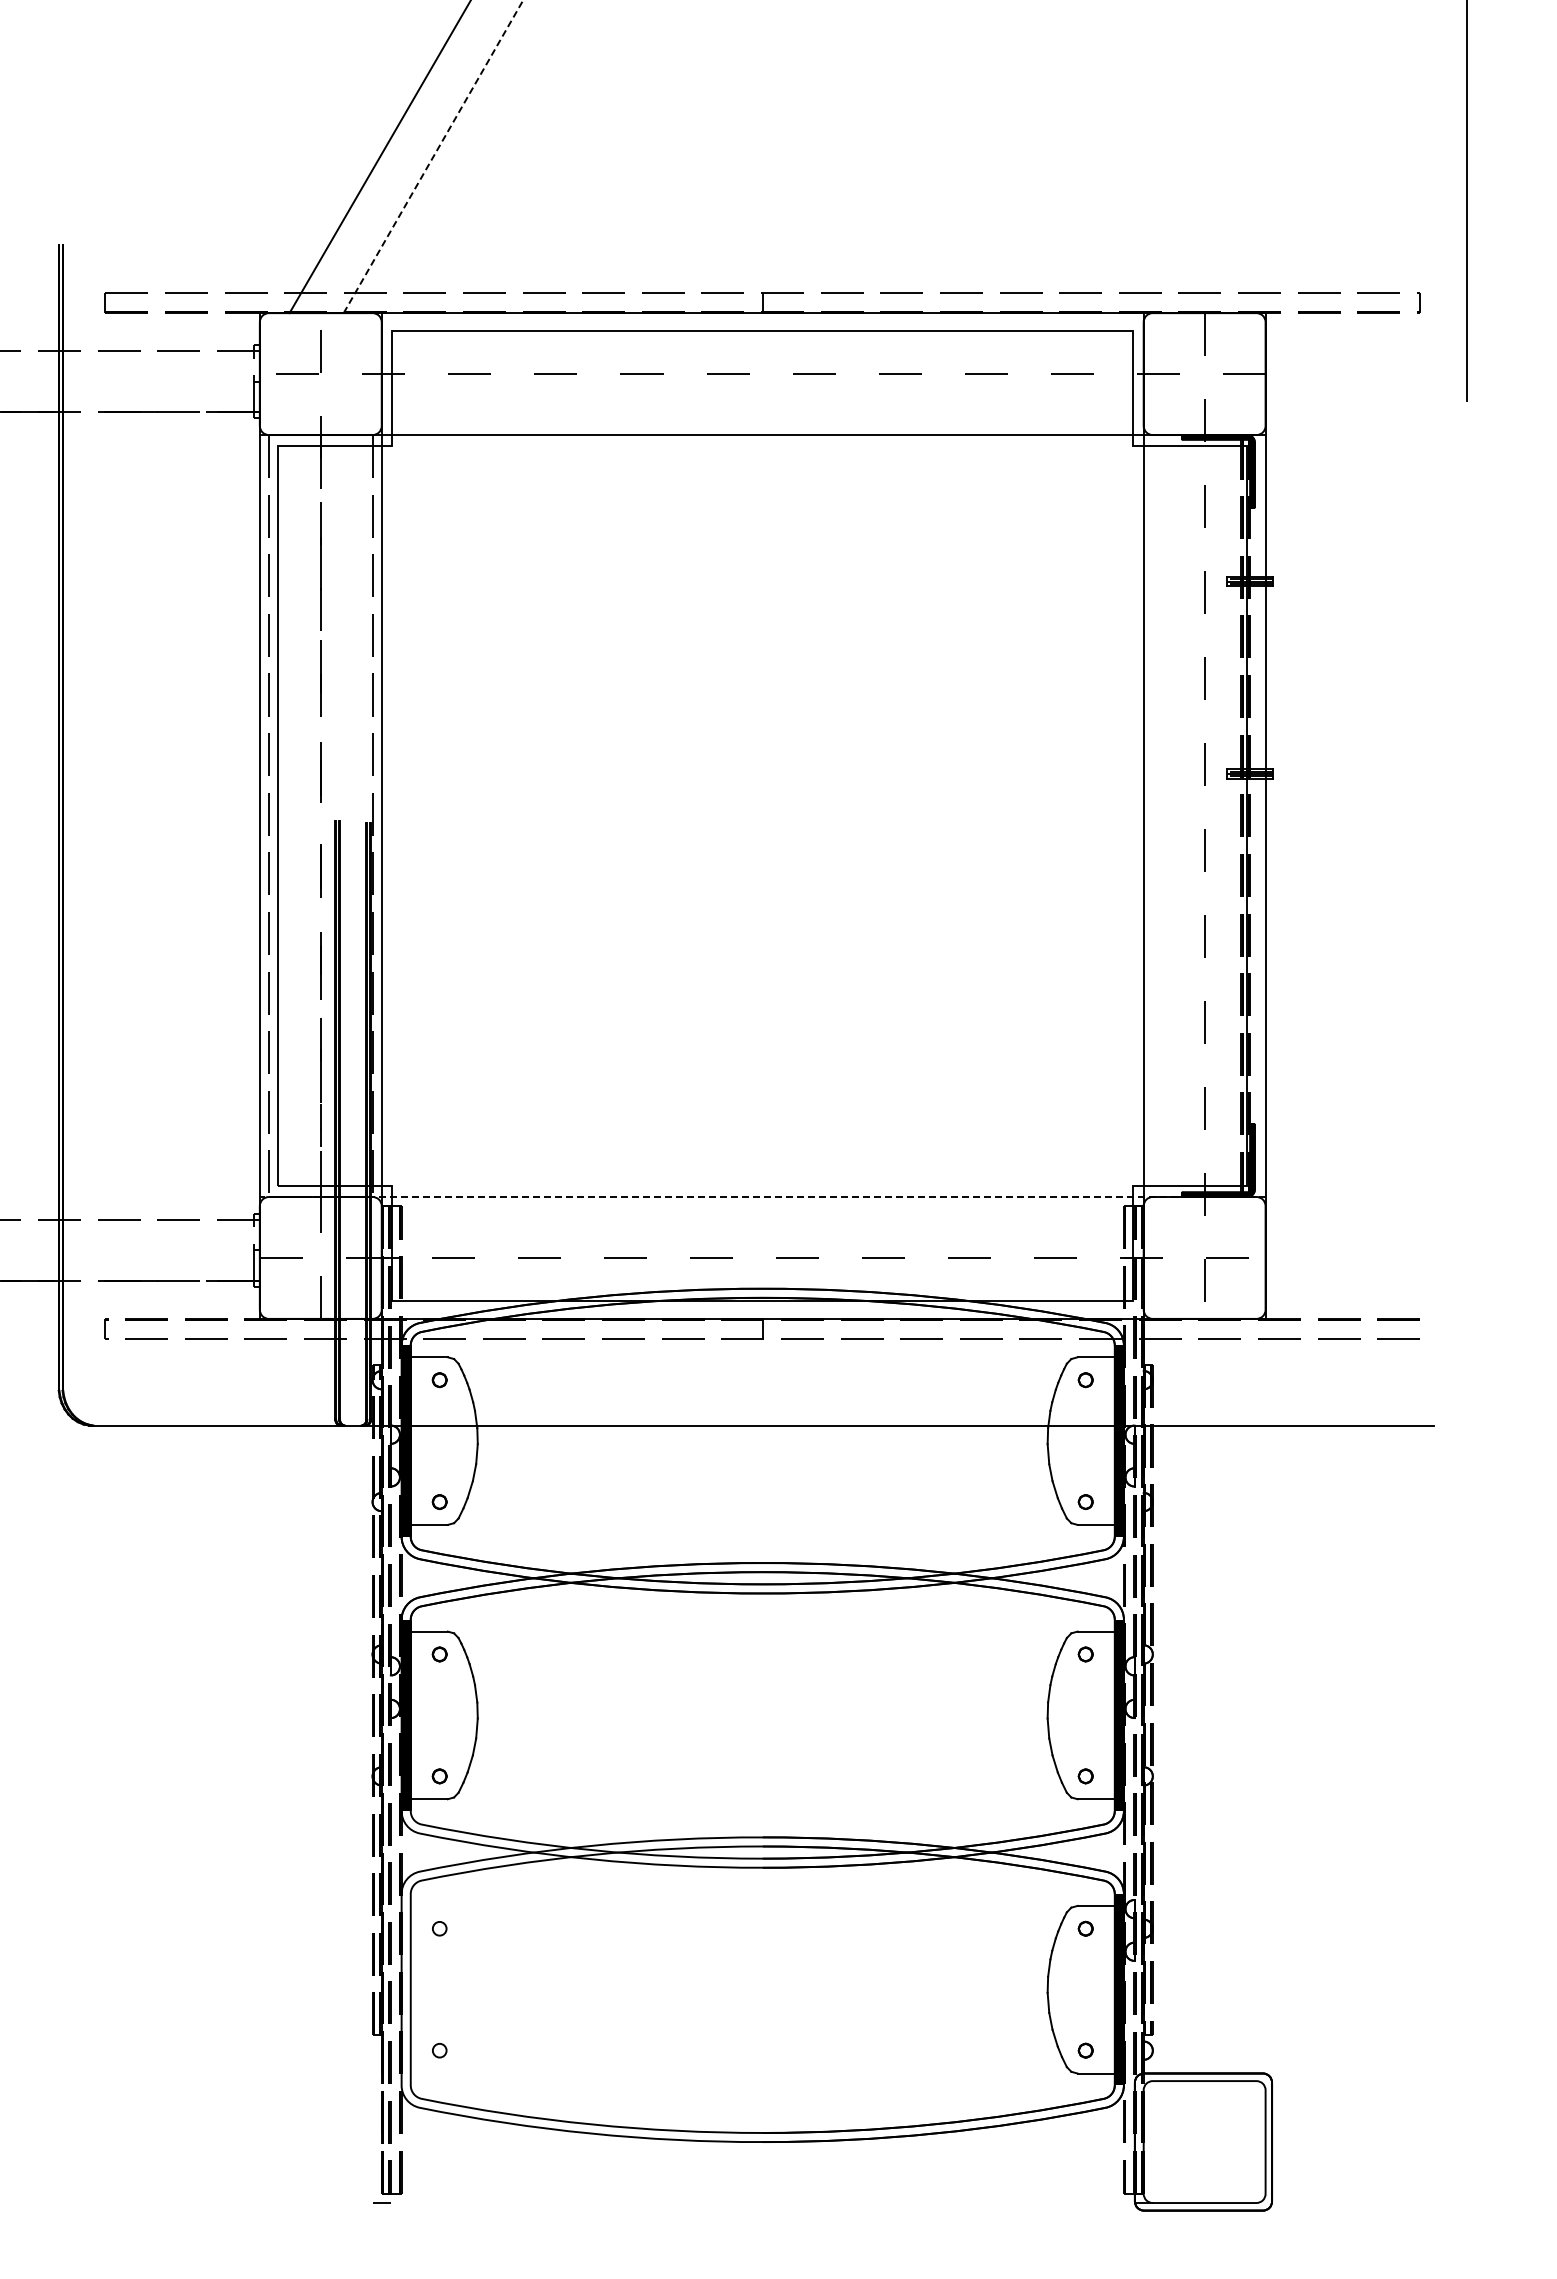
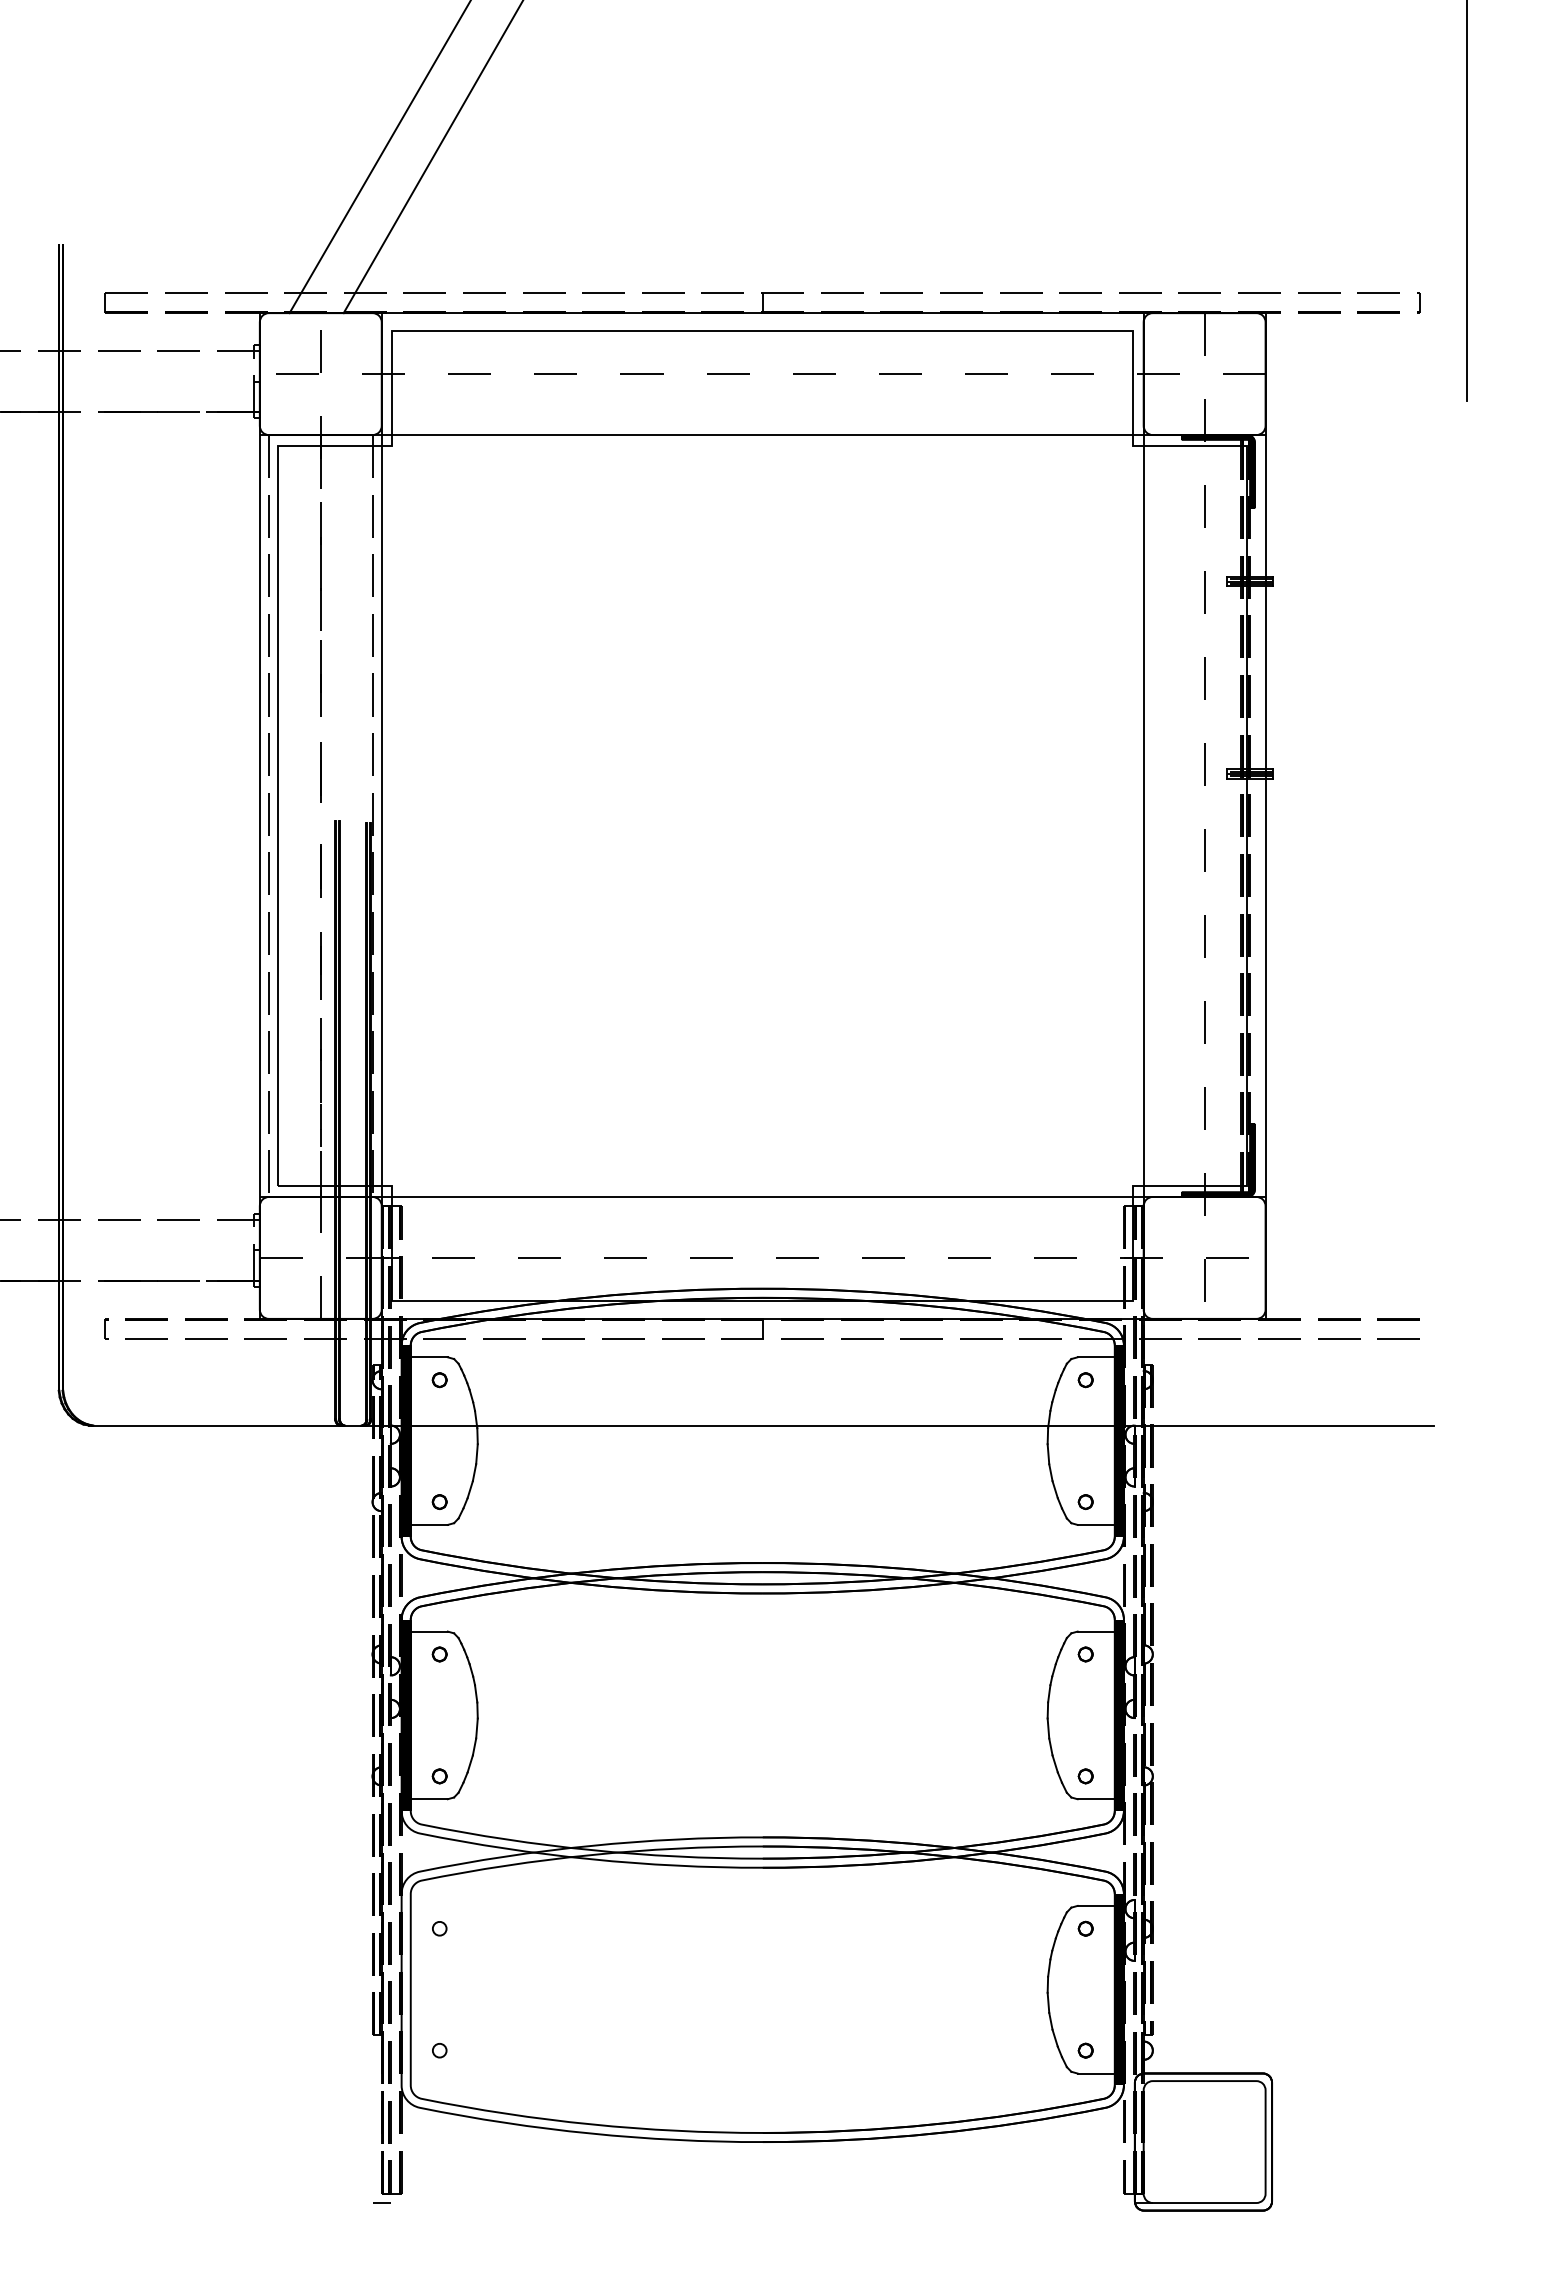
line at (433, 156): dashed -> solid
line at (762, 1196): dashed -> solid
